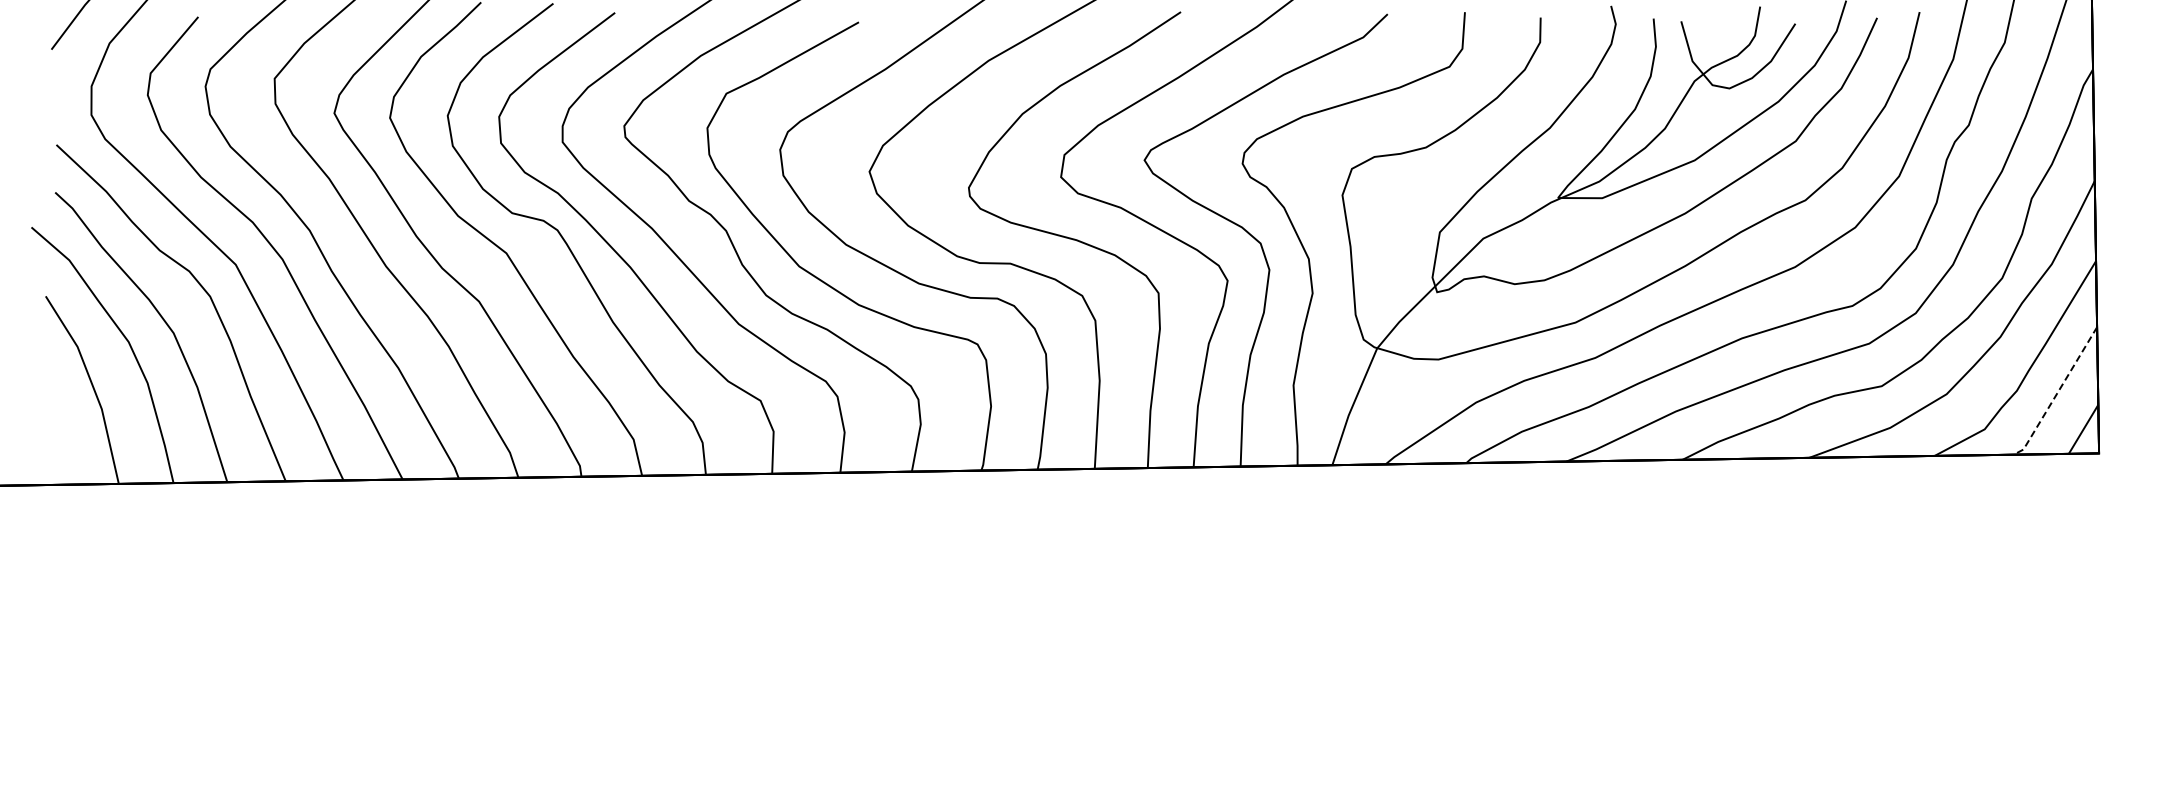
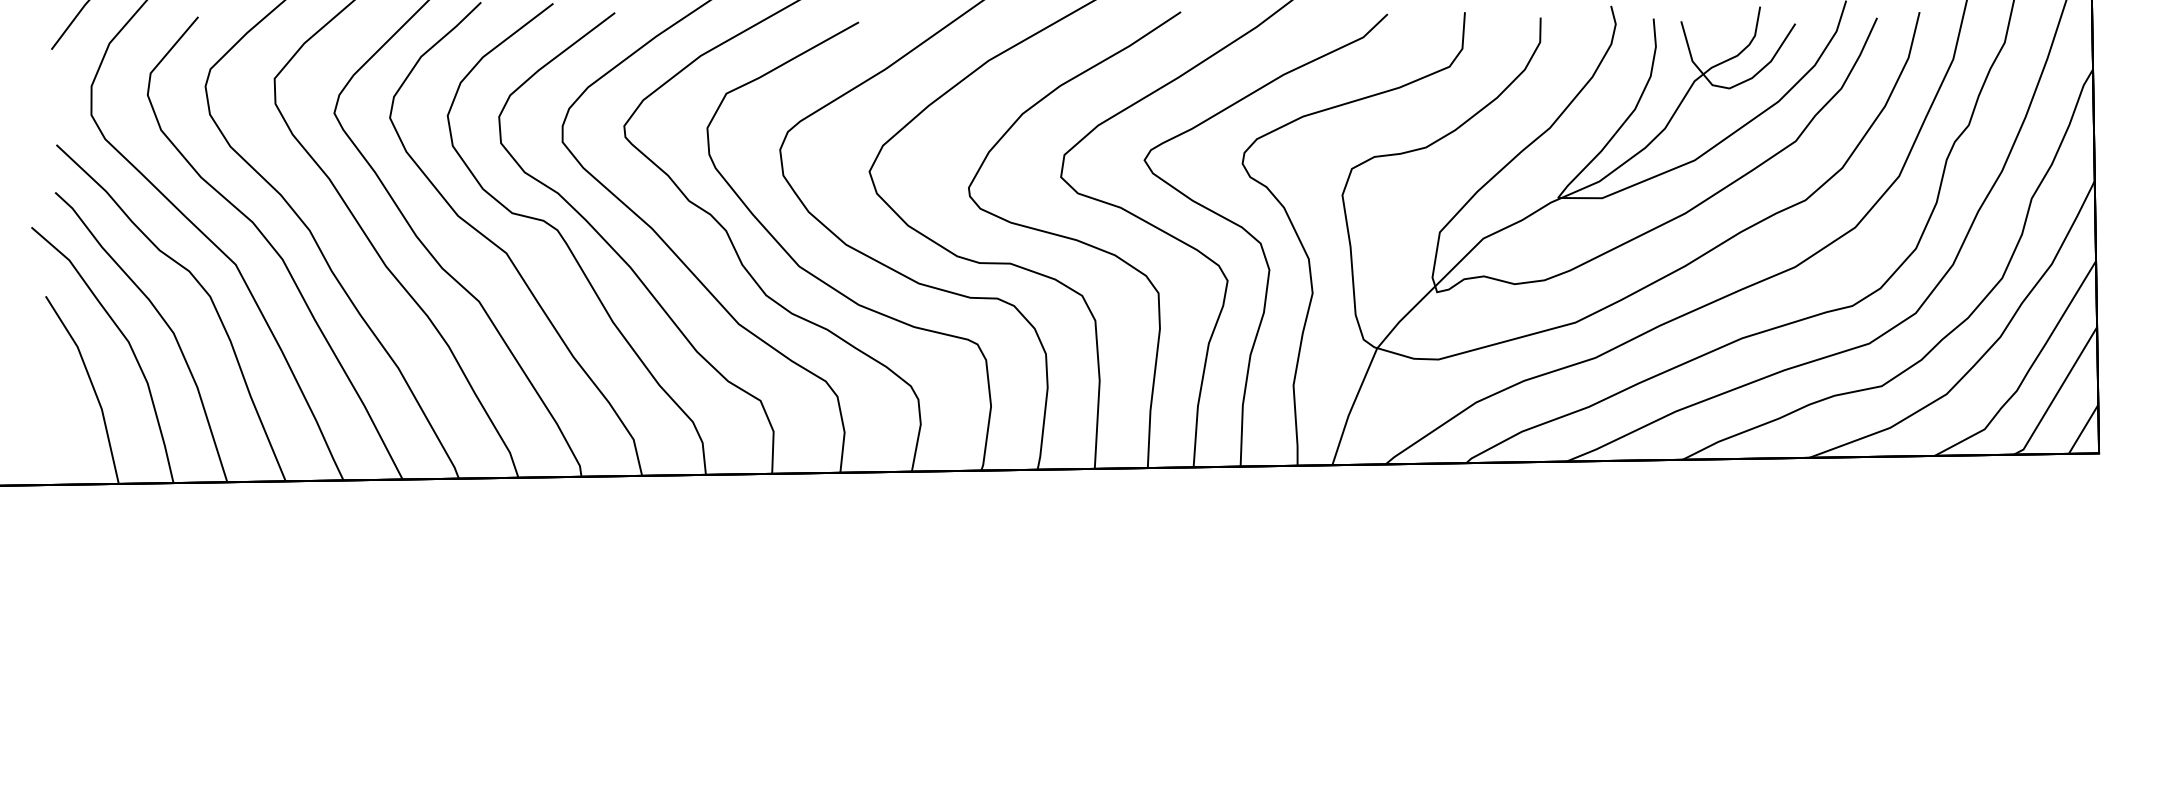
line at (2056, 393): dashed -> solid
